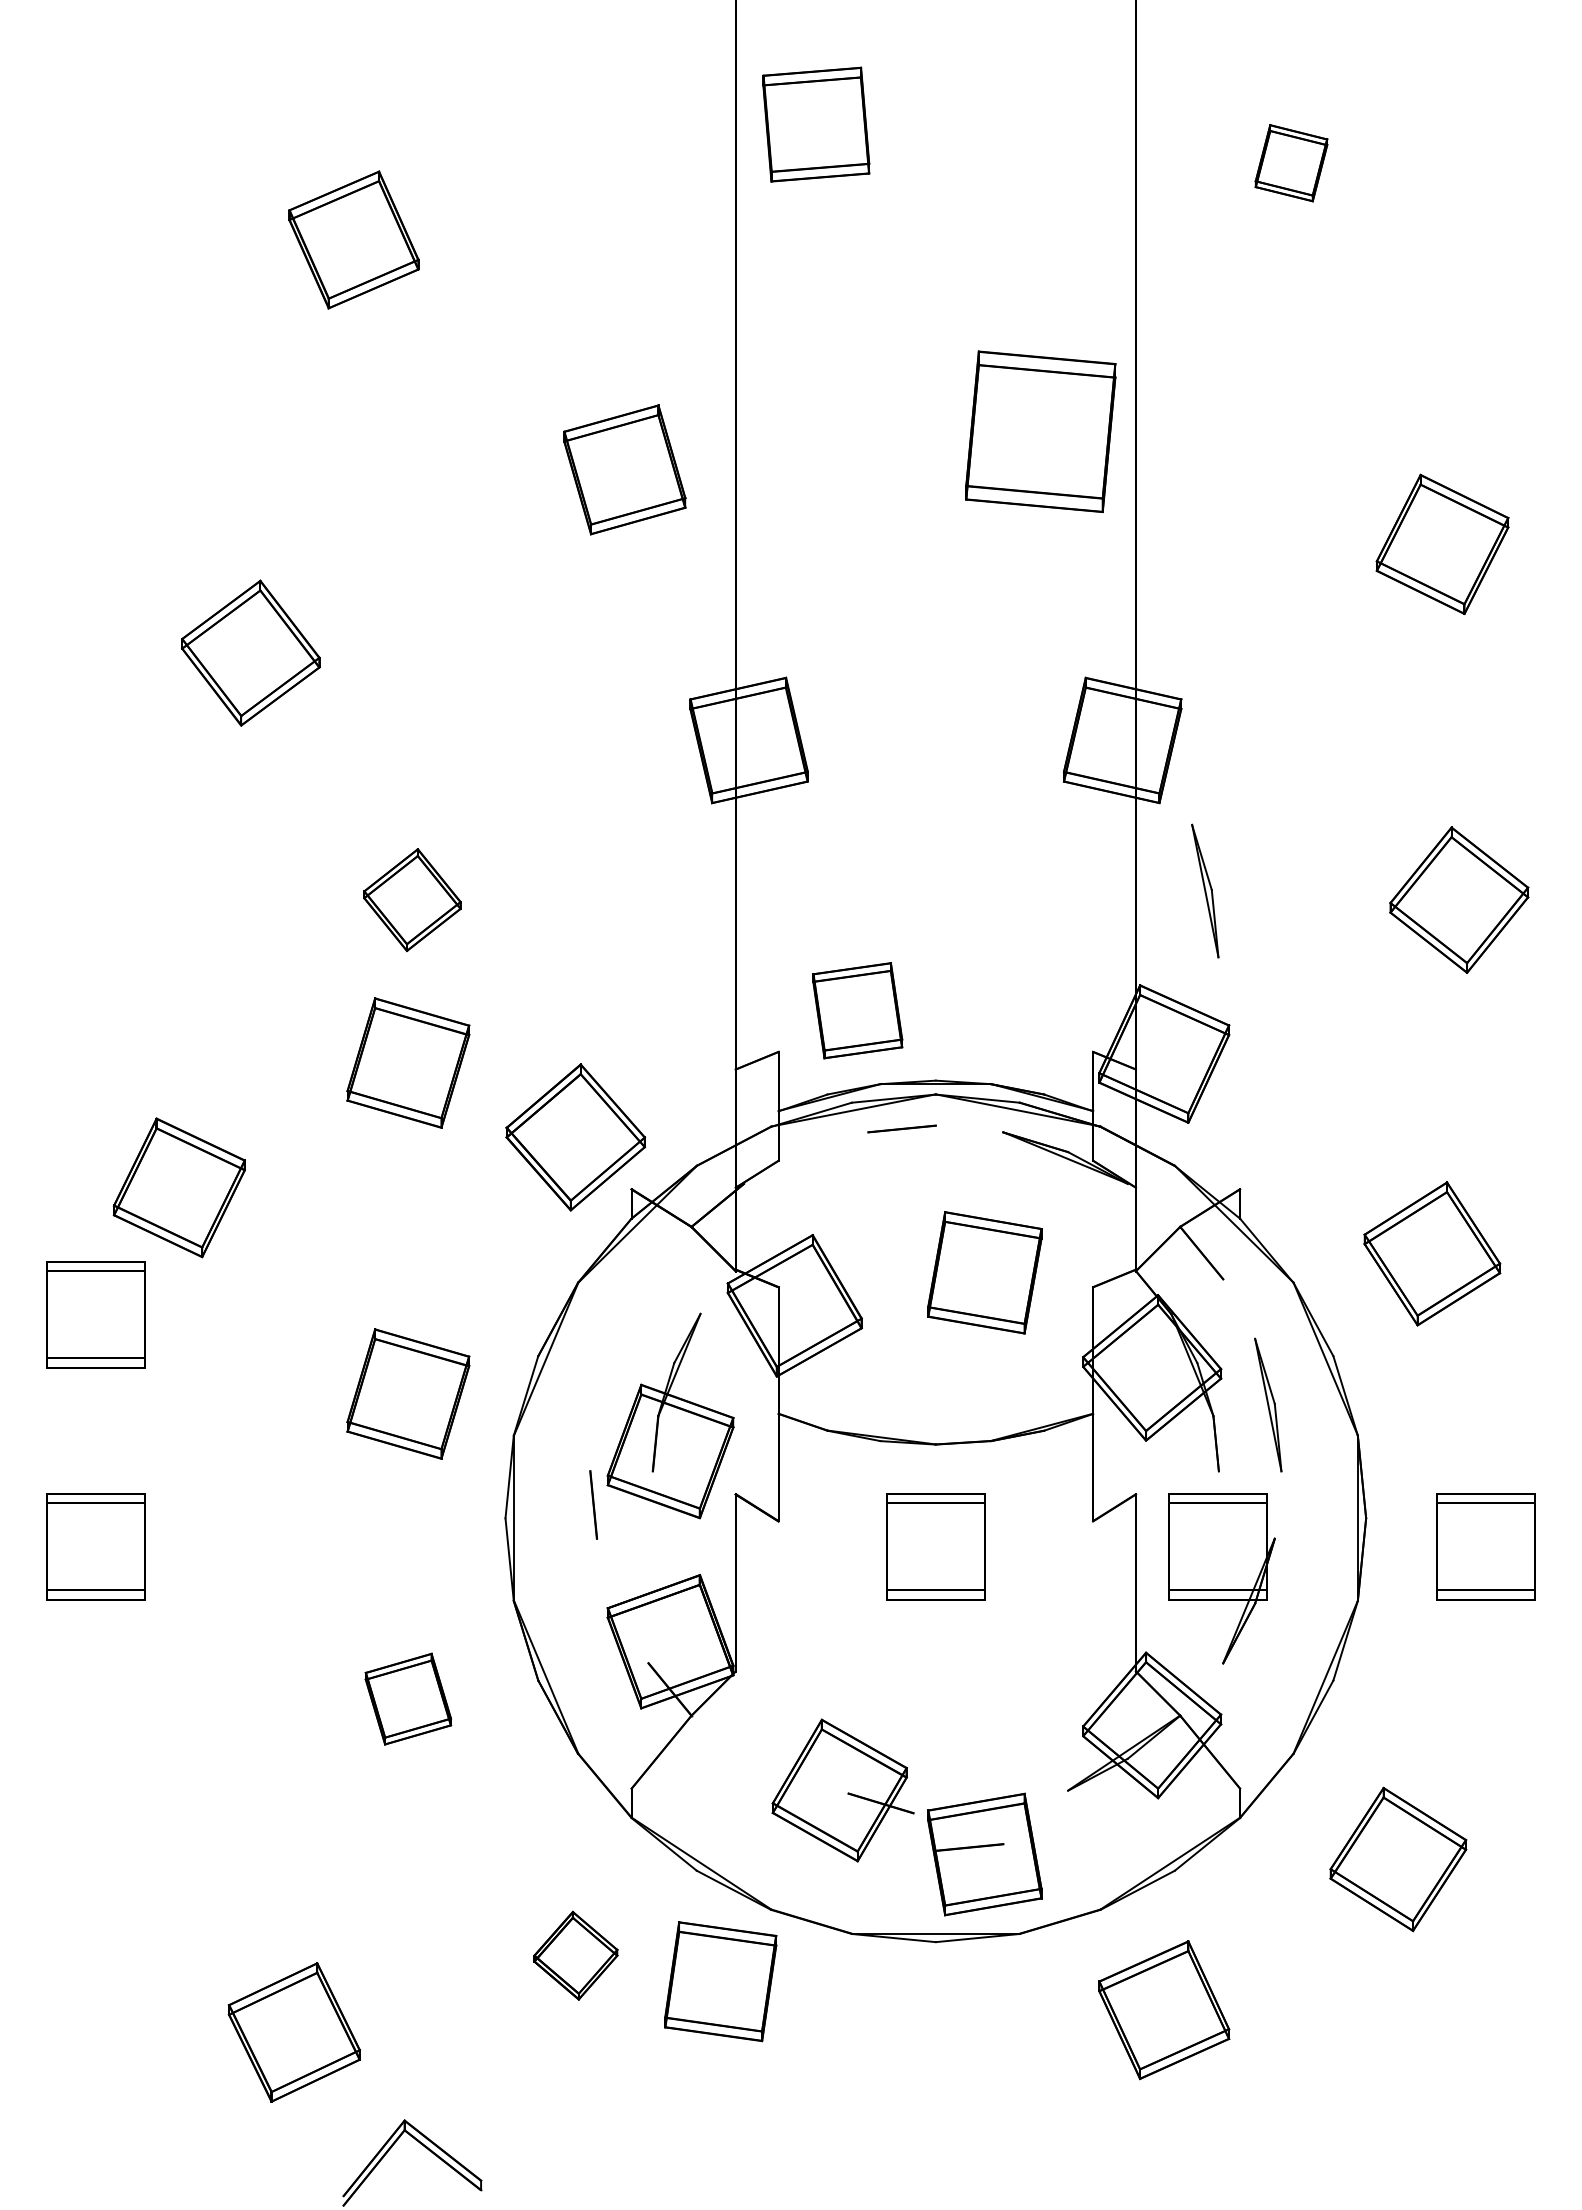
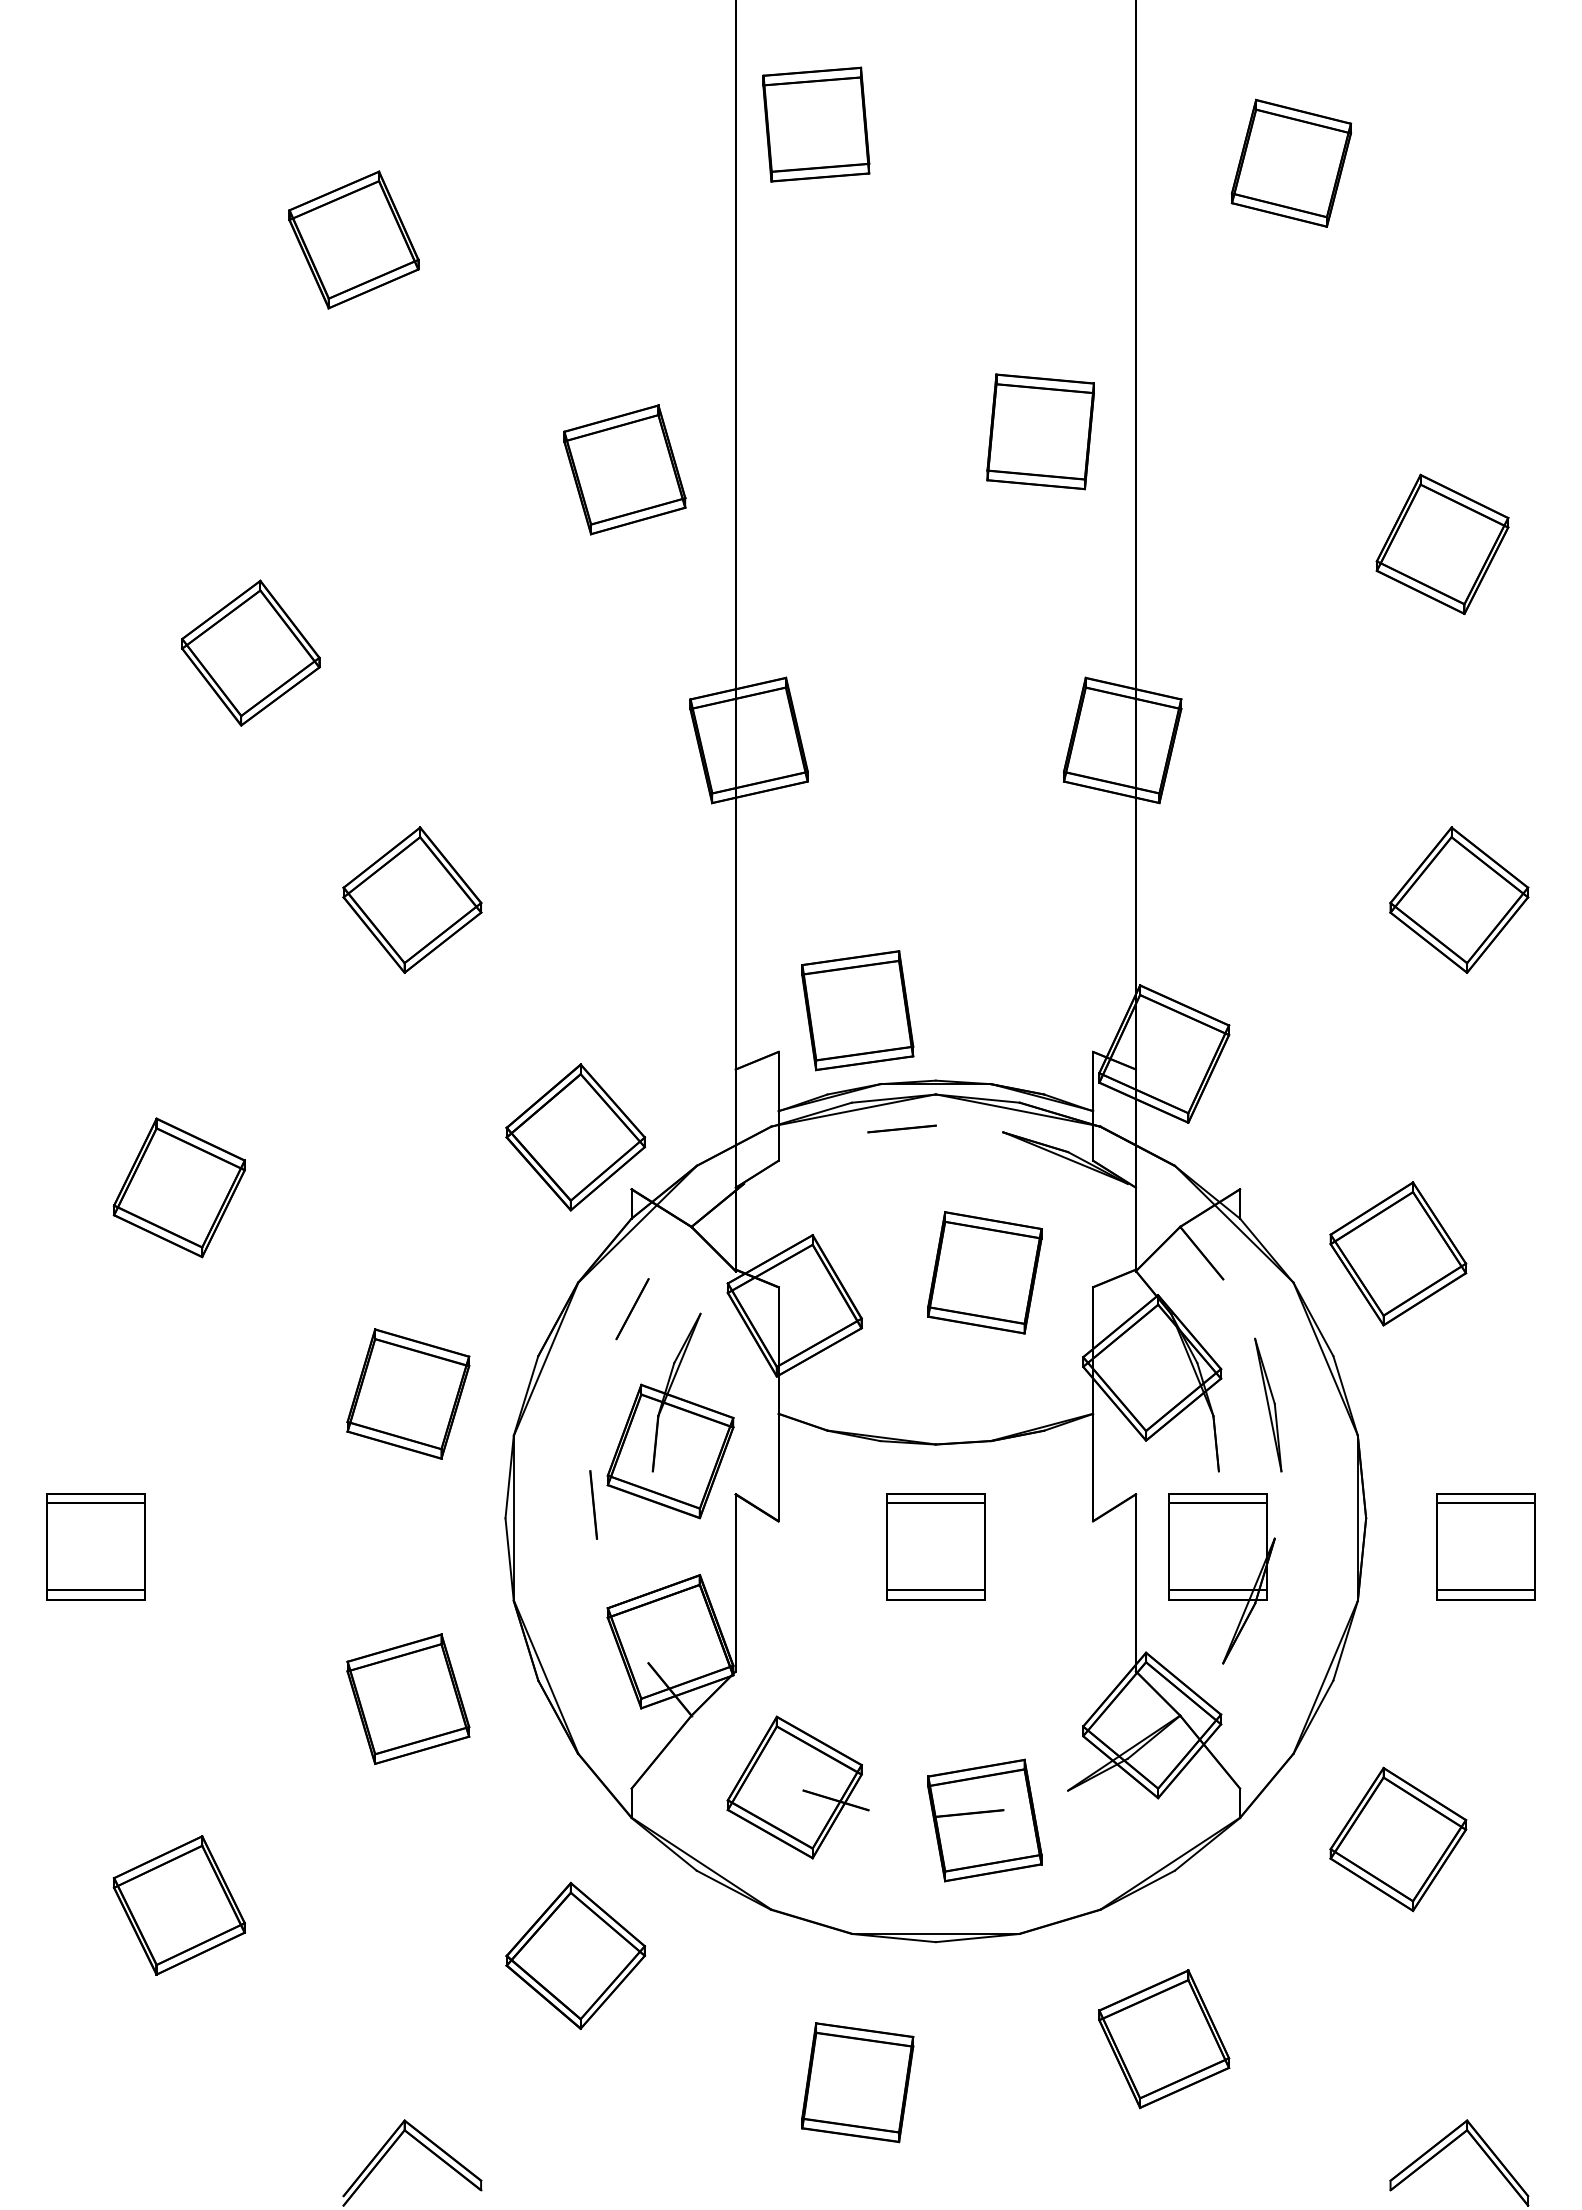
part at (1291, 163) size: 75x79 px -> 123x130 px
part at (1040, 431) size: 152x163 px -> 109x118 px
part at (1205, 890): present -> none
part at (412, 900) size: 99x105 px -> 141x148 px
part at (857, 1010) size: 92x98 px -> 114x122 px
part at (408, 1062): present -> none
part at (1432, 1253) position: (1432, 1253) -> (1398, 1253)
line at (632, 1309): none -> present
part at (95, 1314): present -> none
part at (408, 1698) size: 89x94 px -> 125x132 px
part at (842, 1790) position: (842, 1790) -> (797, 1787)
part at (984, 1854) position: (984, 1854) -> (984, 1820)
part at (1398, 1859) position: (1398, 1859) -> (1398, 1839)
part at (575, 1955) size: 86x91 px -> 142x149 px
part at (720, 1981) position: (720, 1981) -> (857, 2082)
part at (1164, 2010) position: (1164, 2010) -> (1164, 2039)
part at (293, 2032) position: (293, 2032) -> (178, 1905)
part at (1448, 2146): none -> present
